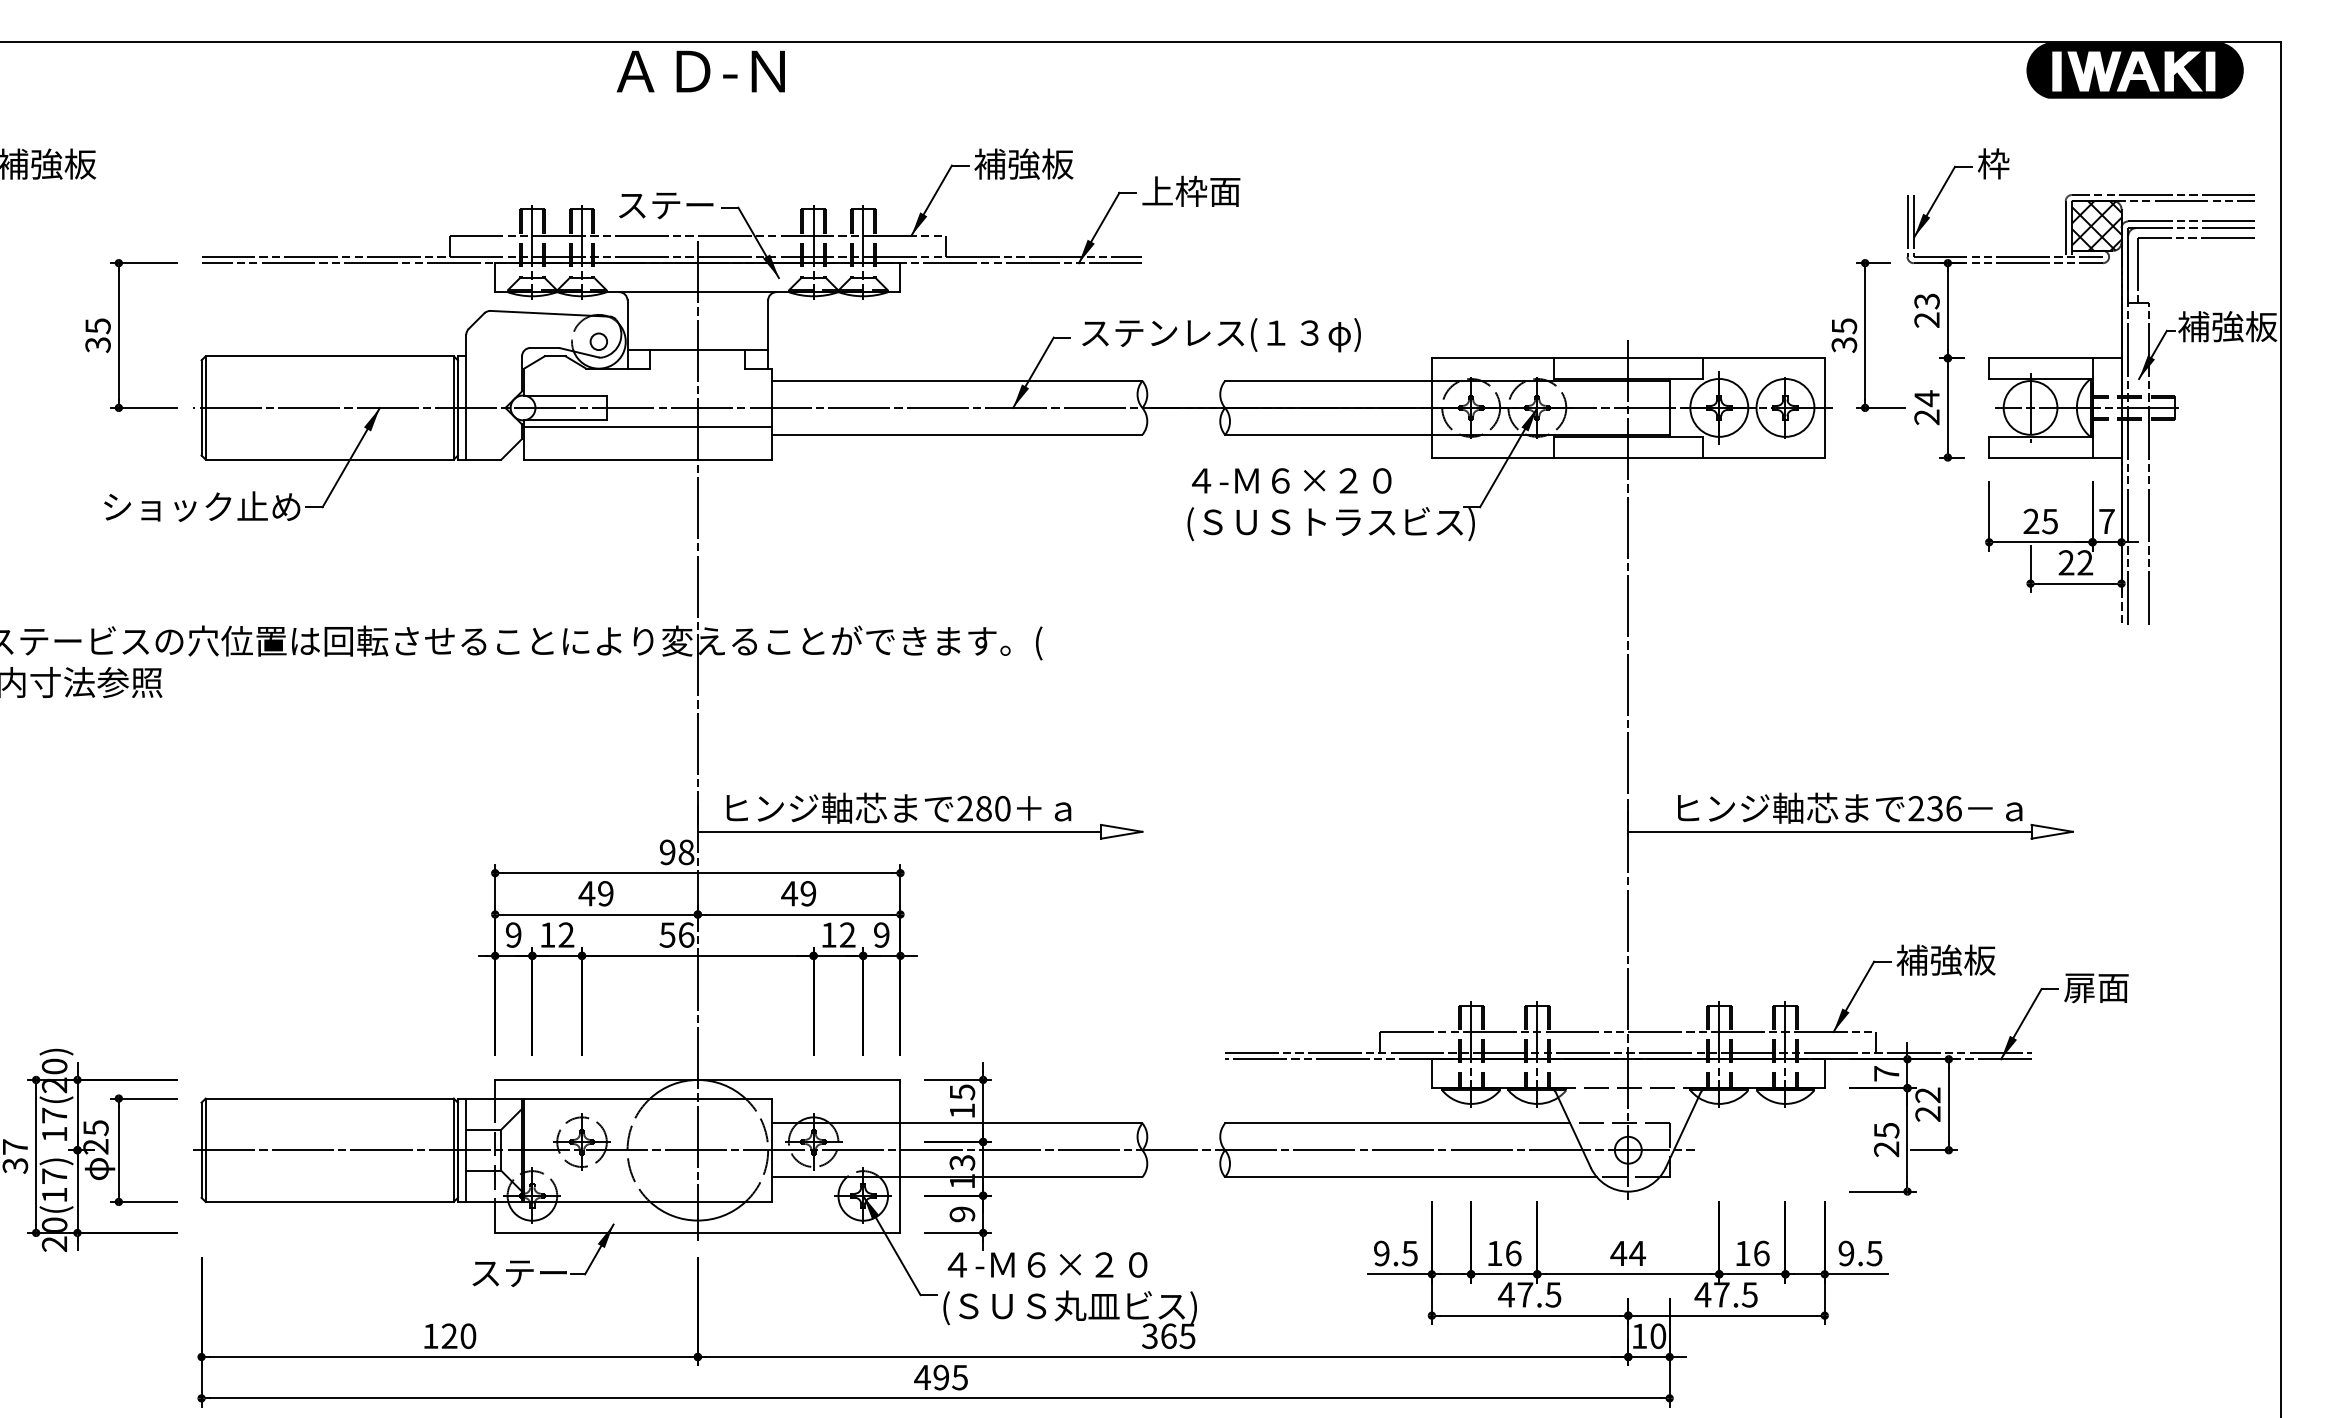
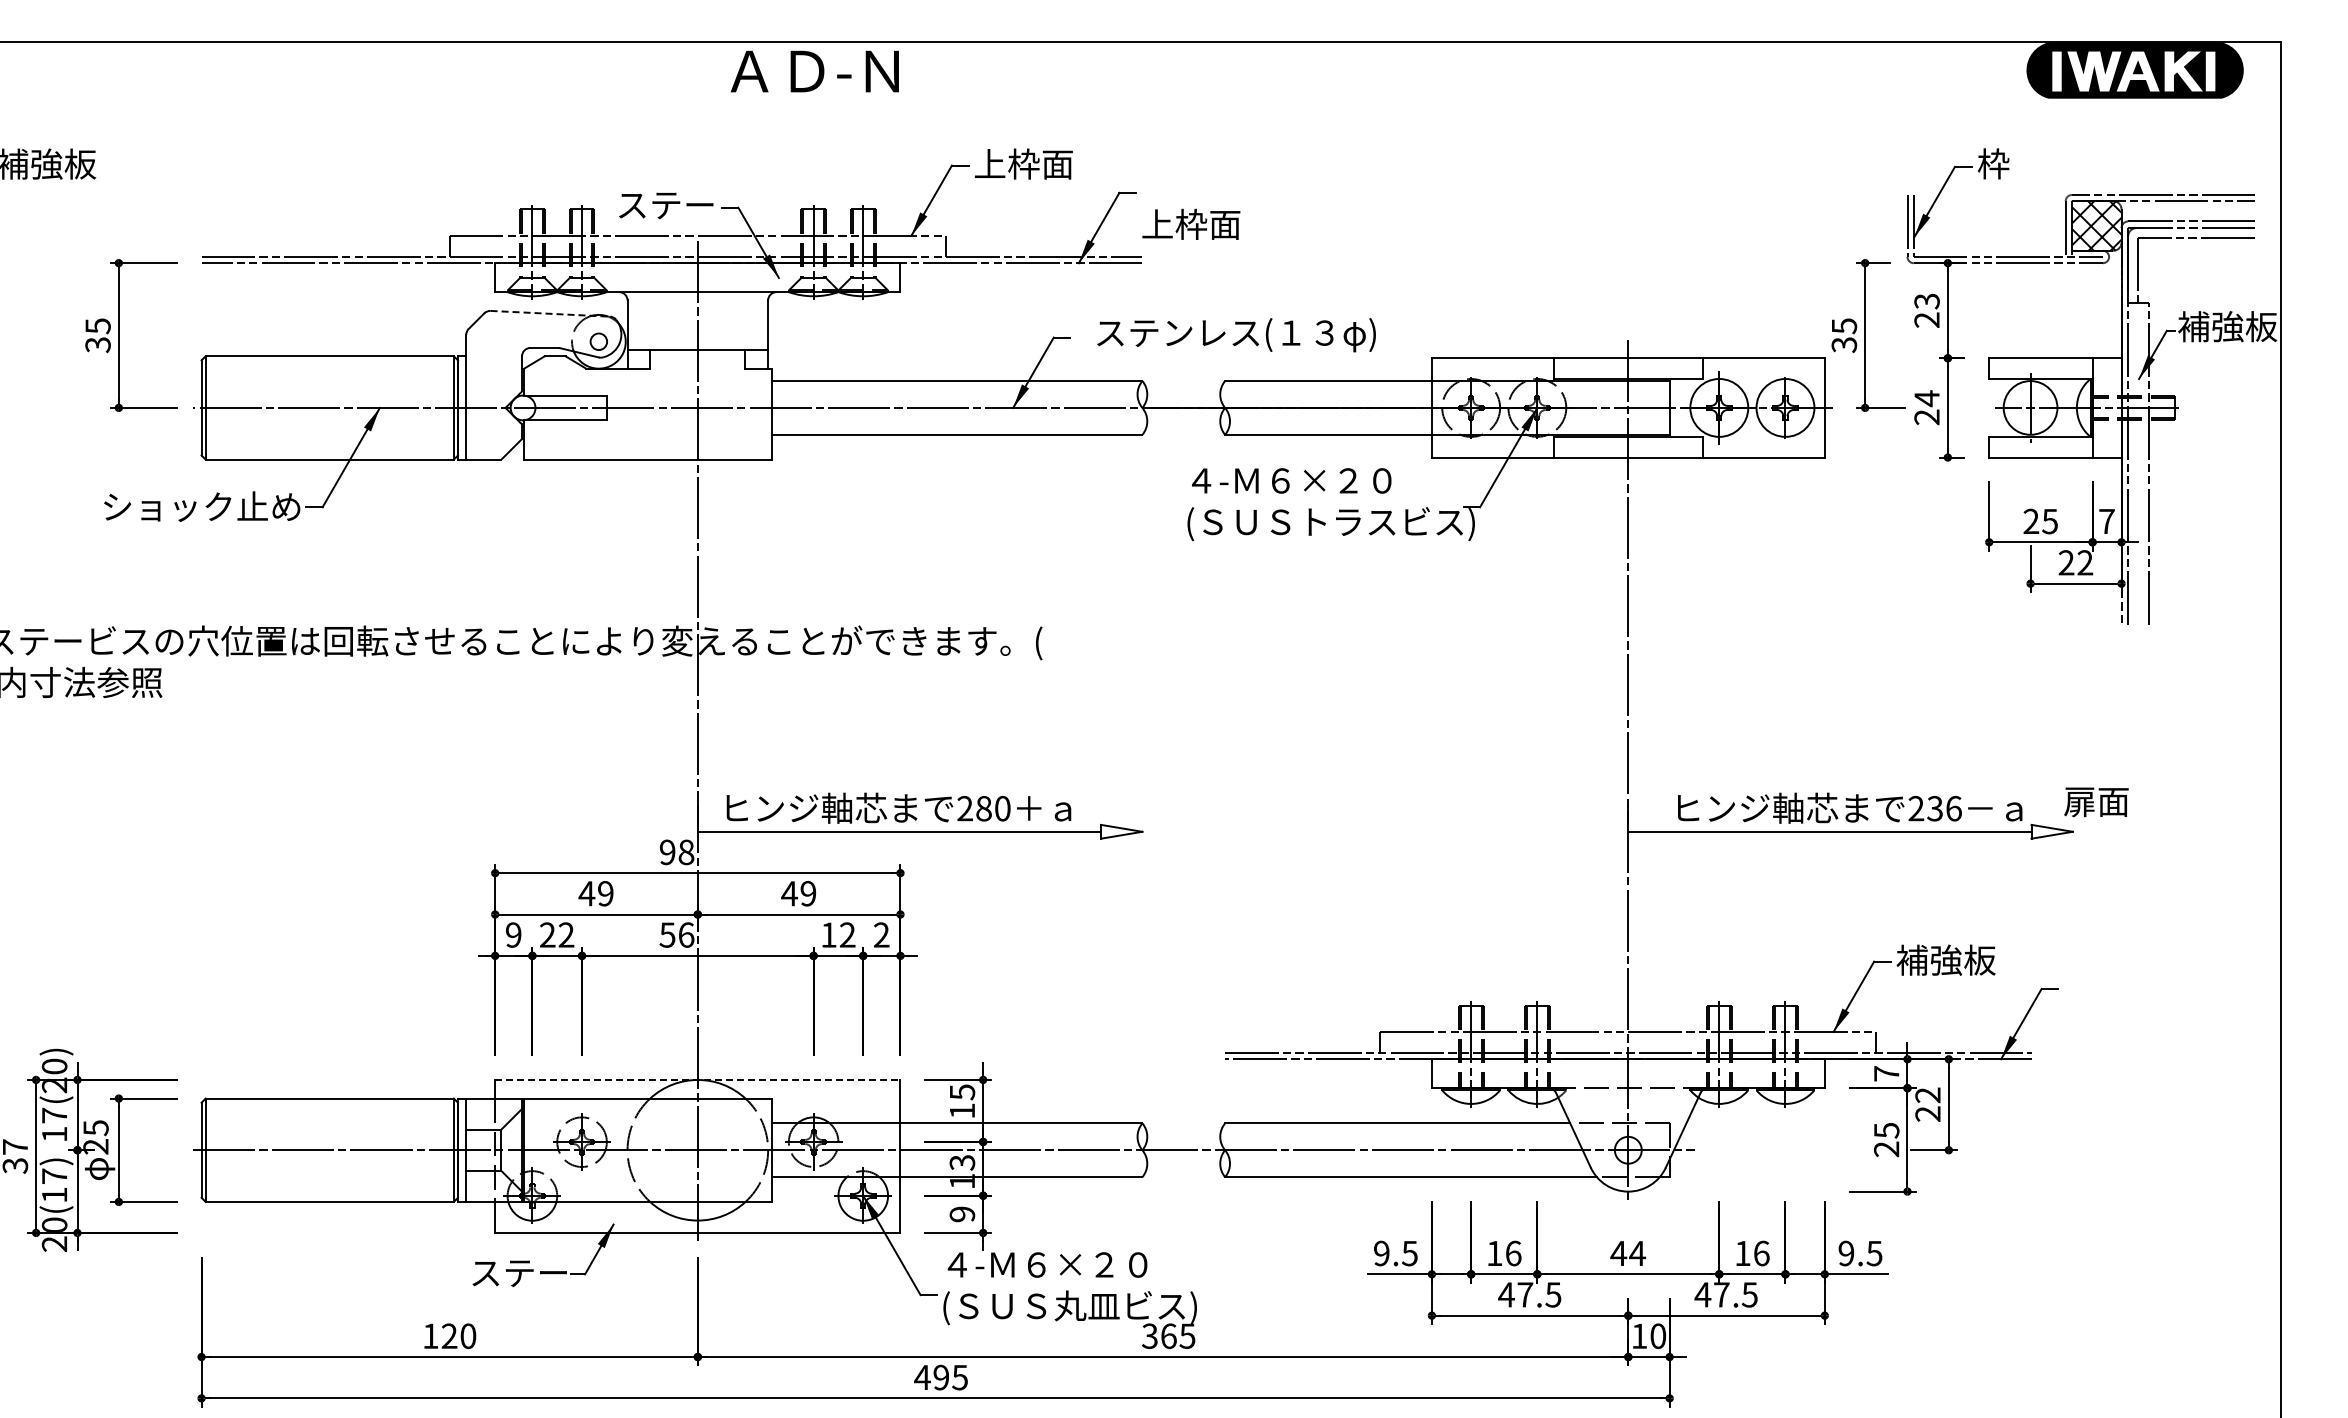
text at (700, 71) position: (700, 71) -> (814, 71)
text at (1023, 163): 補強板 -> 上枠面
text at (1191, 190) position: (1191, 190) -> (1191, 223)
line at (550, 313): solid -> dashed
text at (1221, 335) position: (1221, 335) -> (1236, 335)
line at (648, 426): present -> none
text at (547, 934): 12 -> 22
text at (881, 934): 9 -> 2
text at (2096, 988) position: (2096, 988) -> (2096, 802)
line at (697, 1079): solid -> dashed
